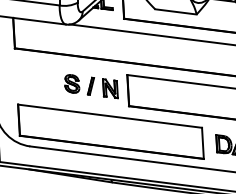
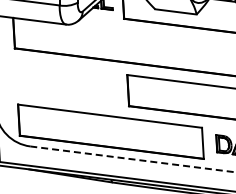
line at (150, 34): present -> none
part at (91, 86): present -> none
line at (133, 159): solid -> dashed
